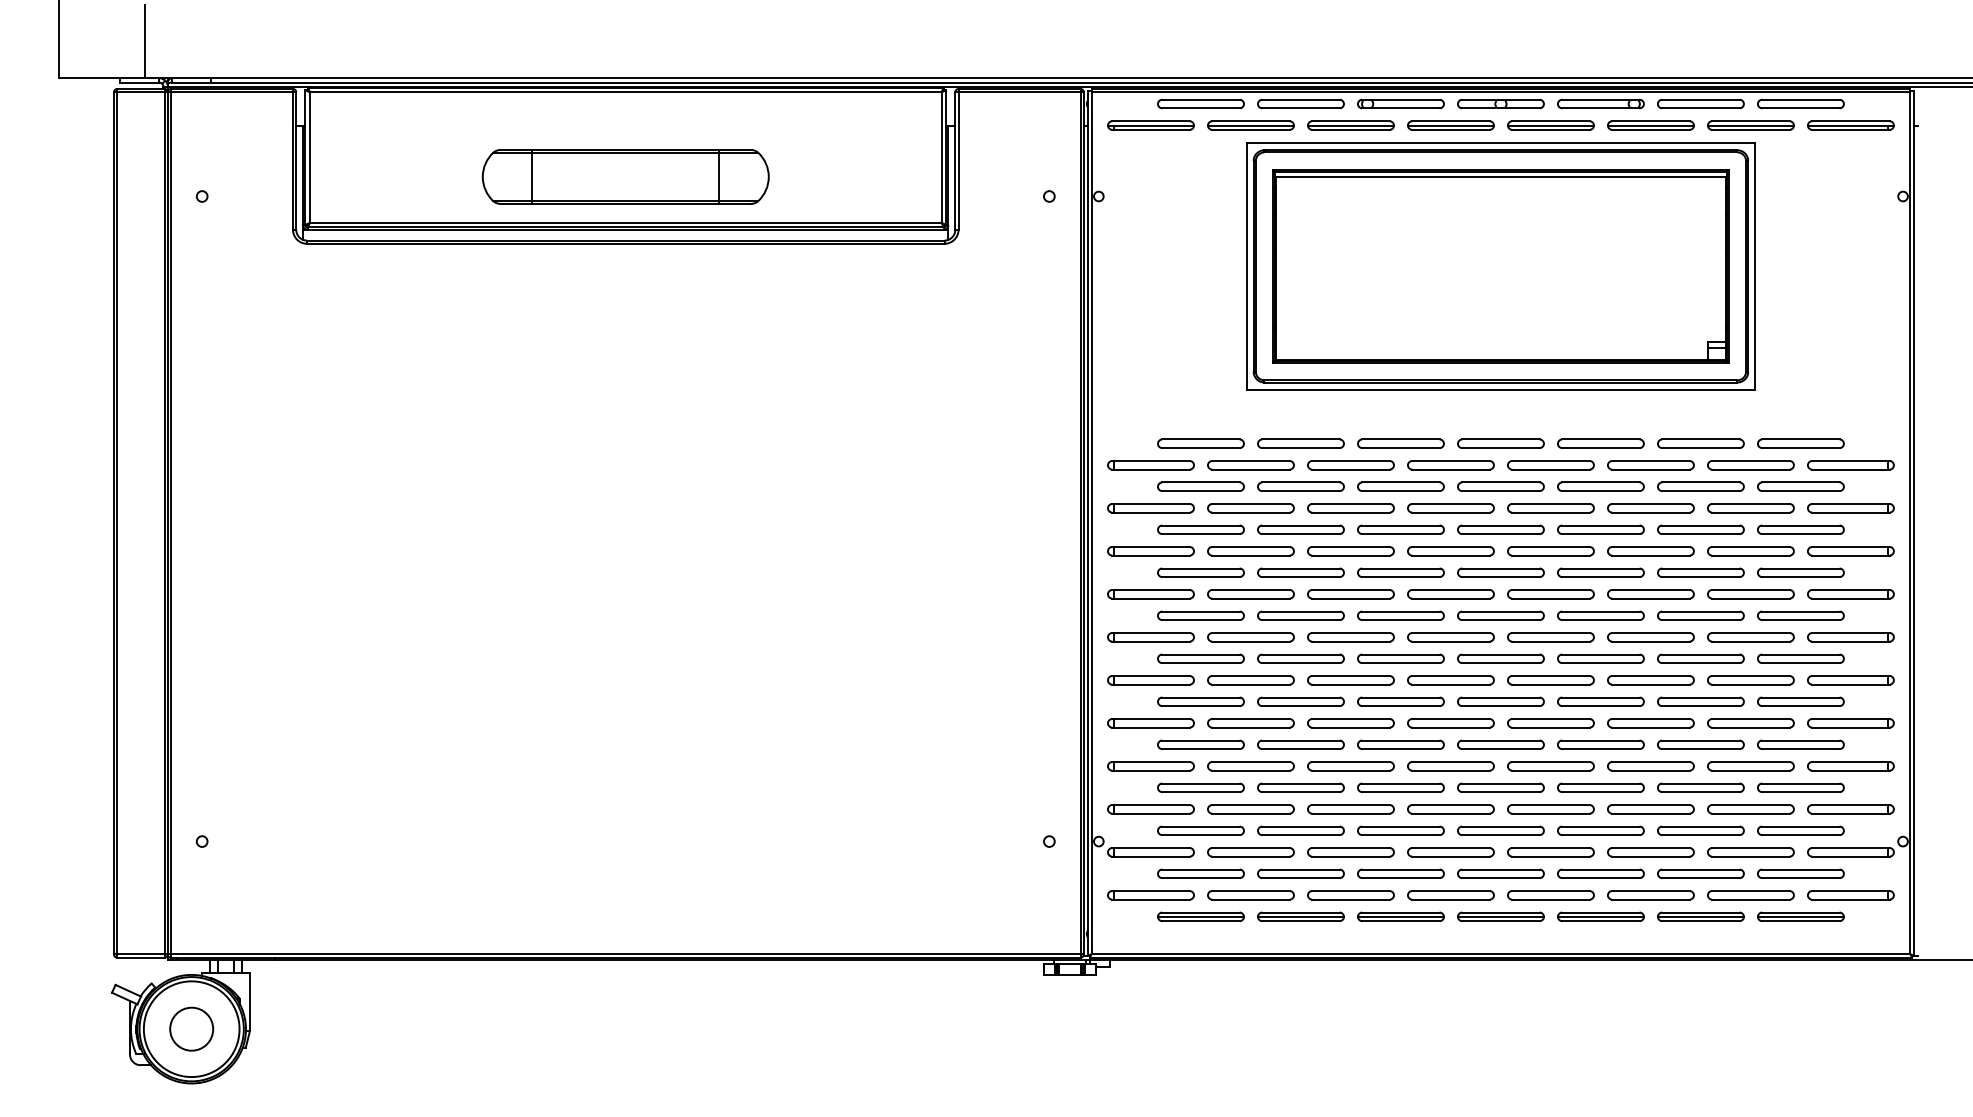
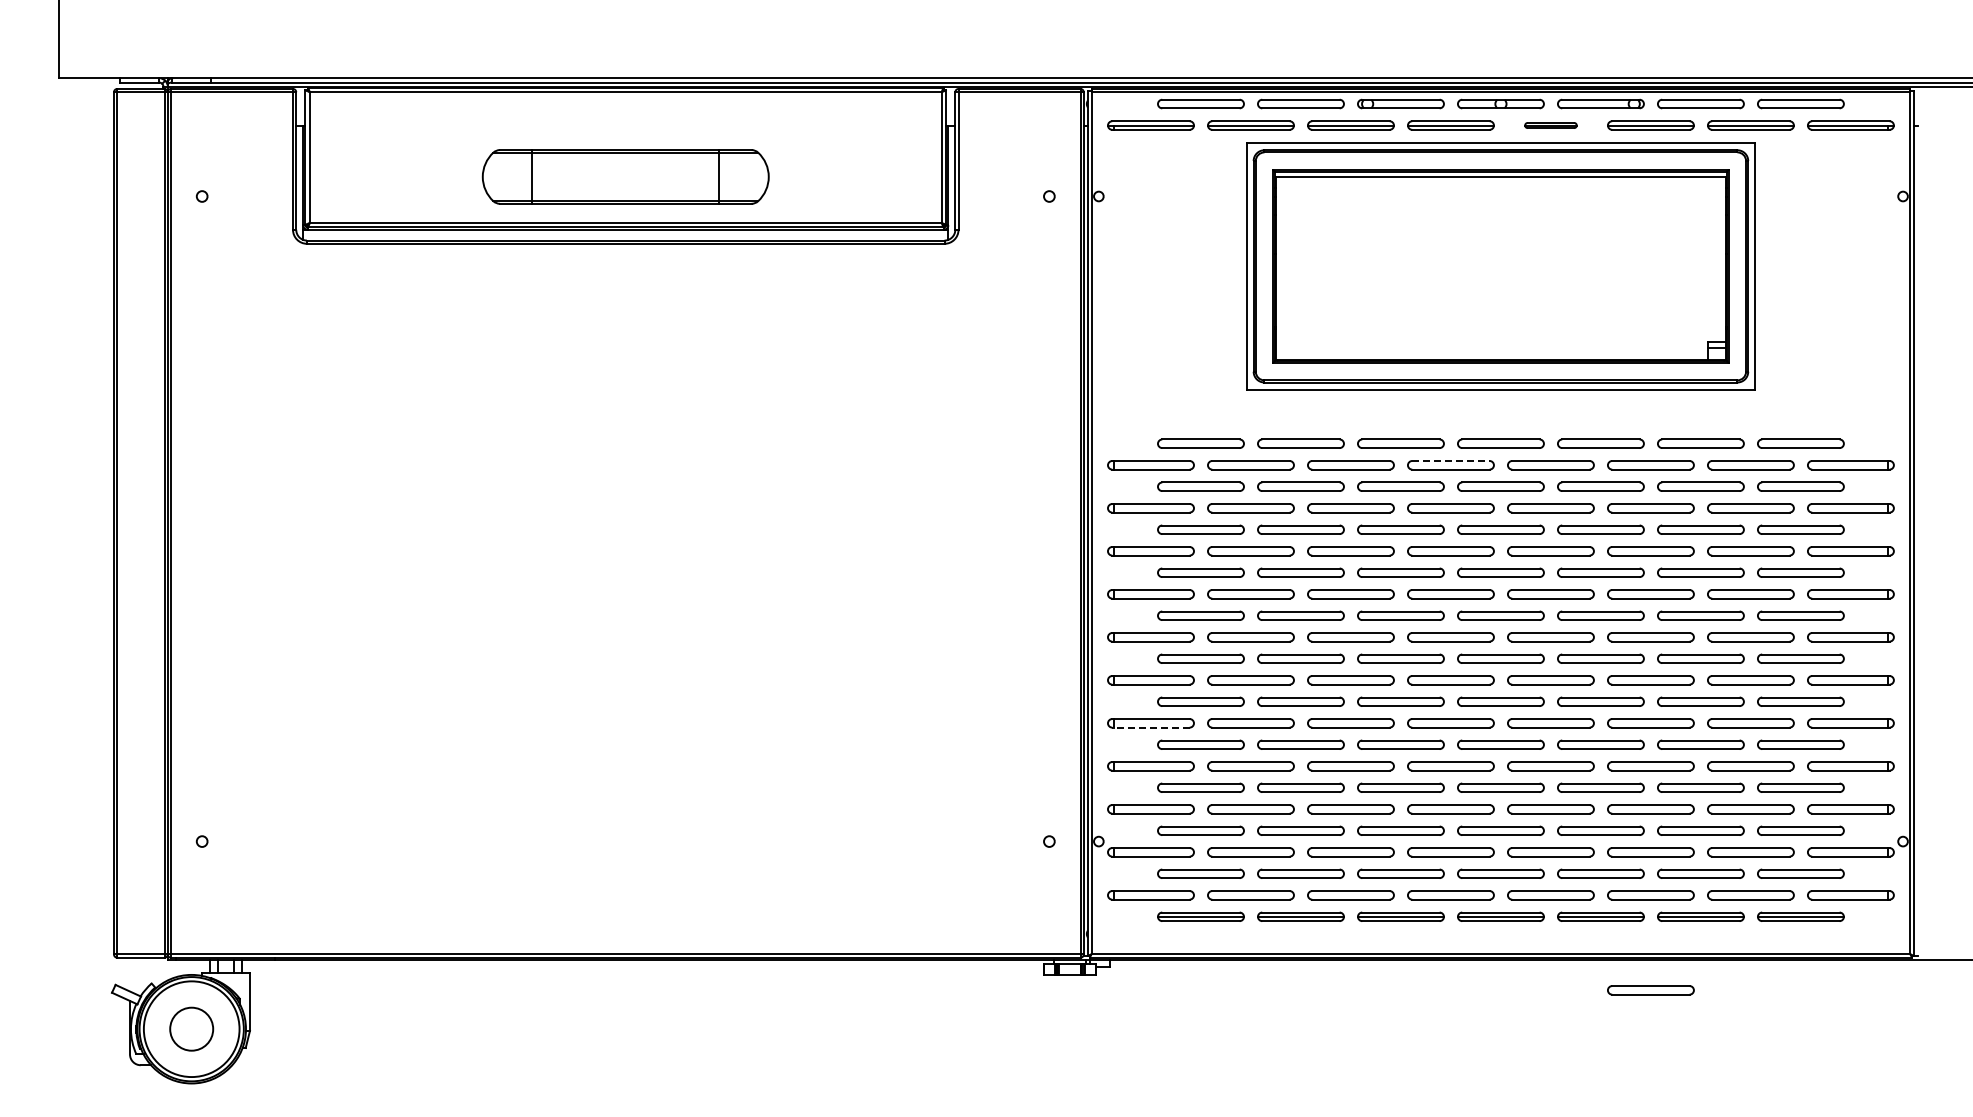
line at (144, 41): present -> none
part at (1550, 125) size: 88x11 px -> 54x7 px
line at (1450, 460): solid -> dashed
line at (1150, 727): solid -> dashed
part at (1650, 990): none -> present
